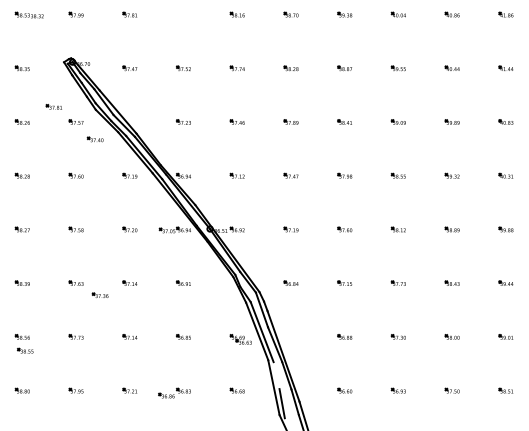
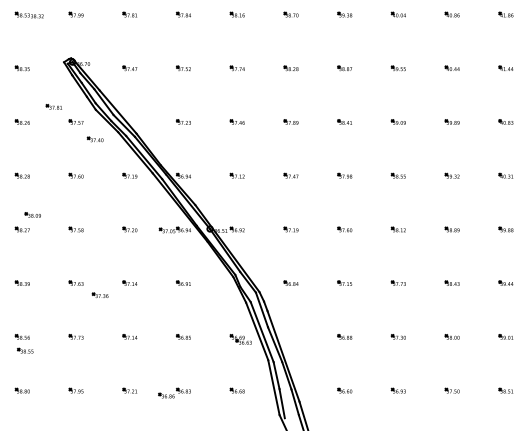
part at (183, 14): none -> present
part at (32, 214): none -> present
line at (276, 375): none -> present
